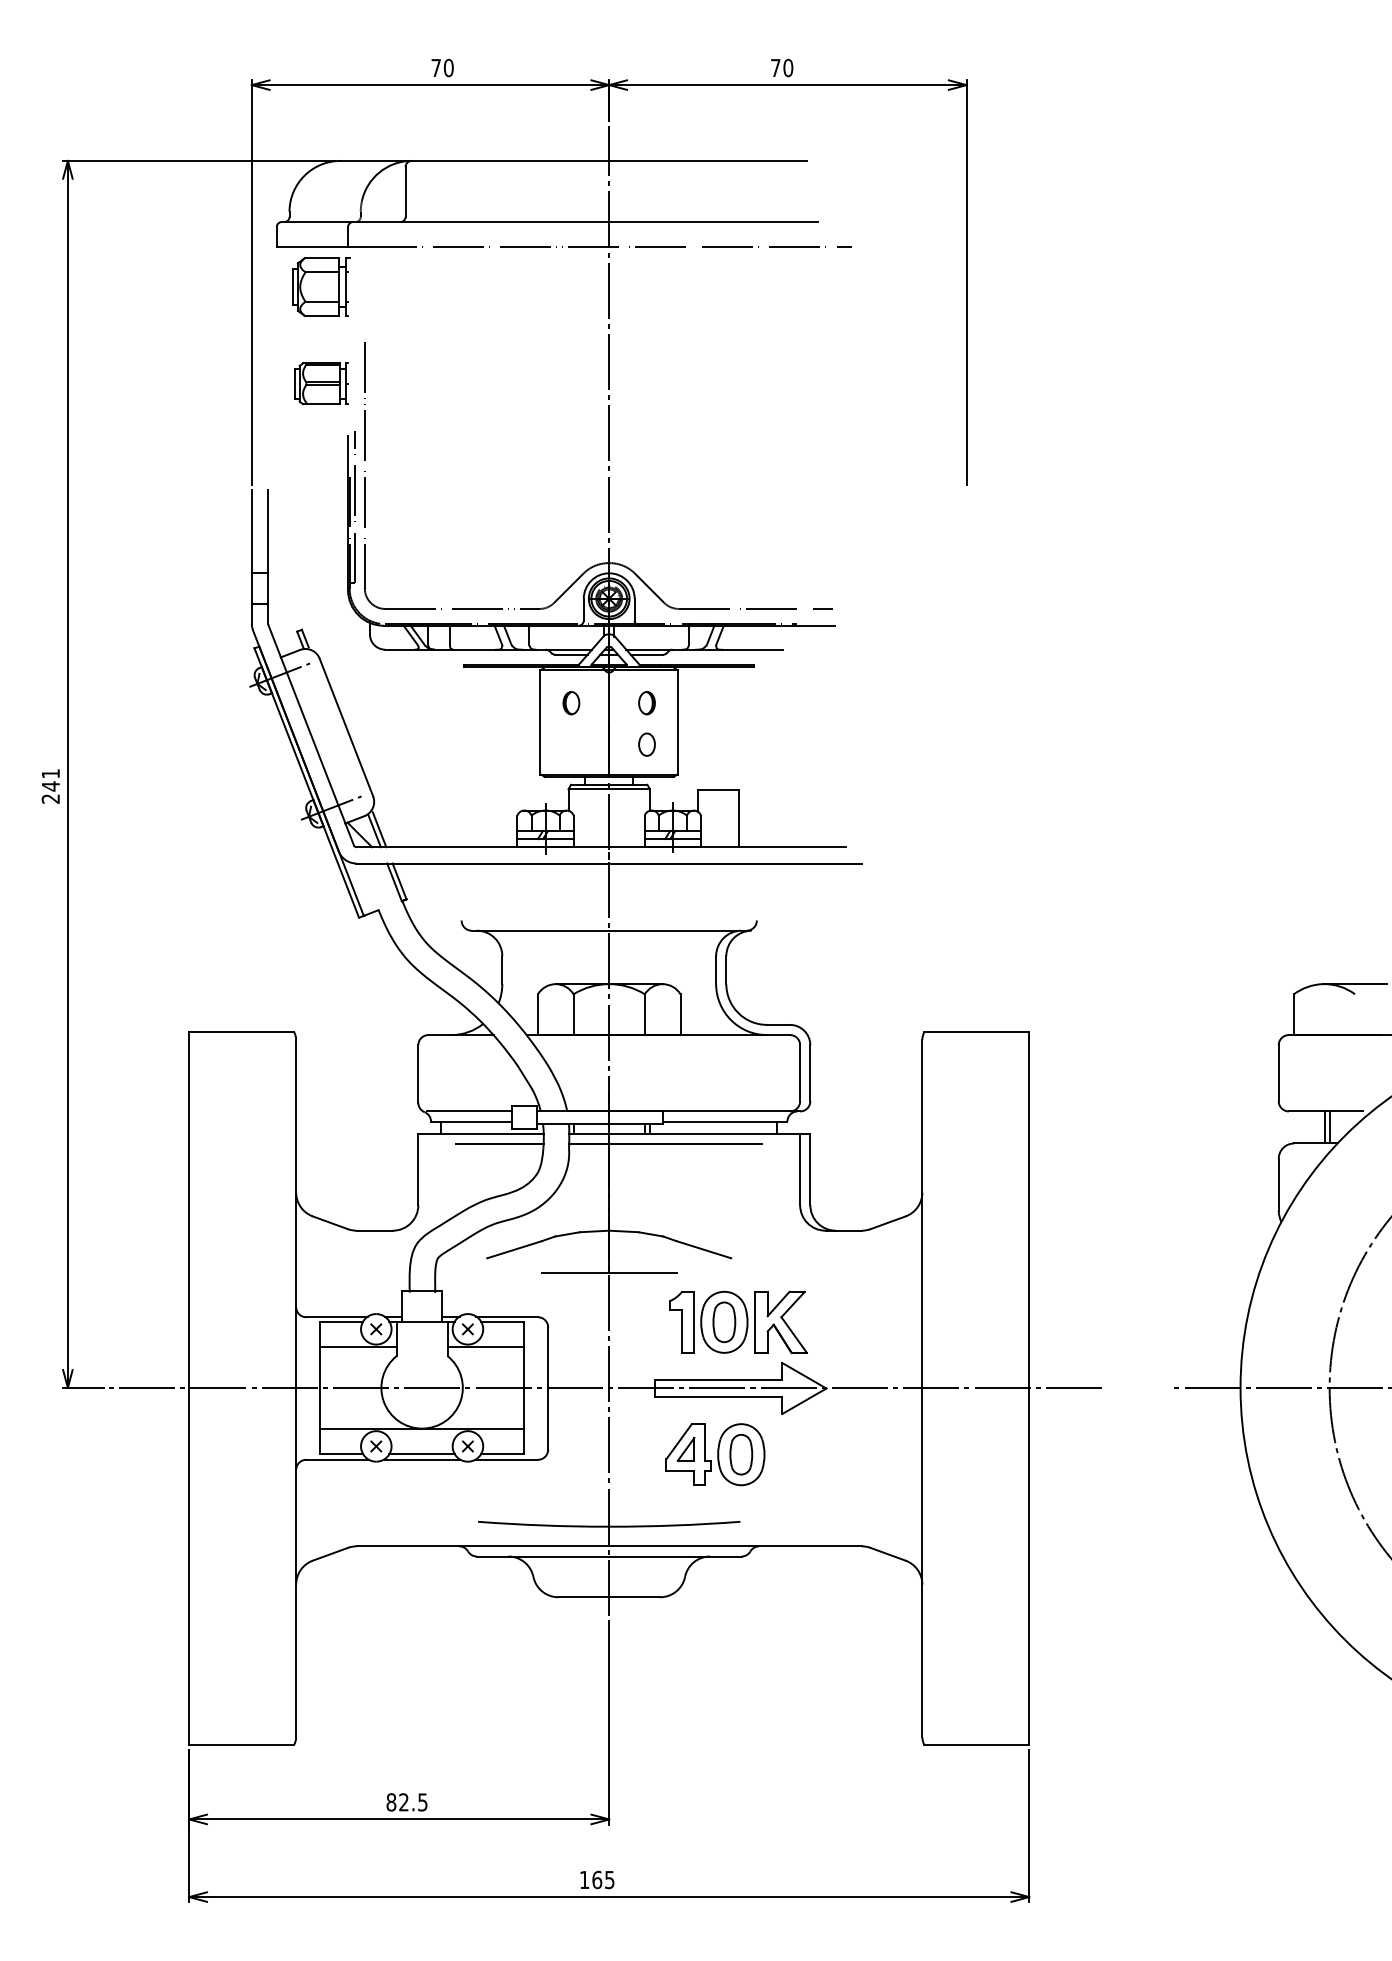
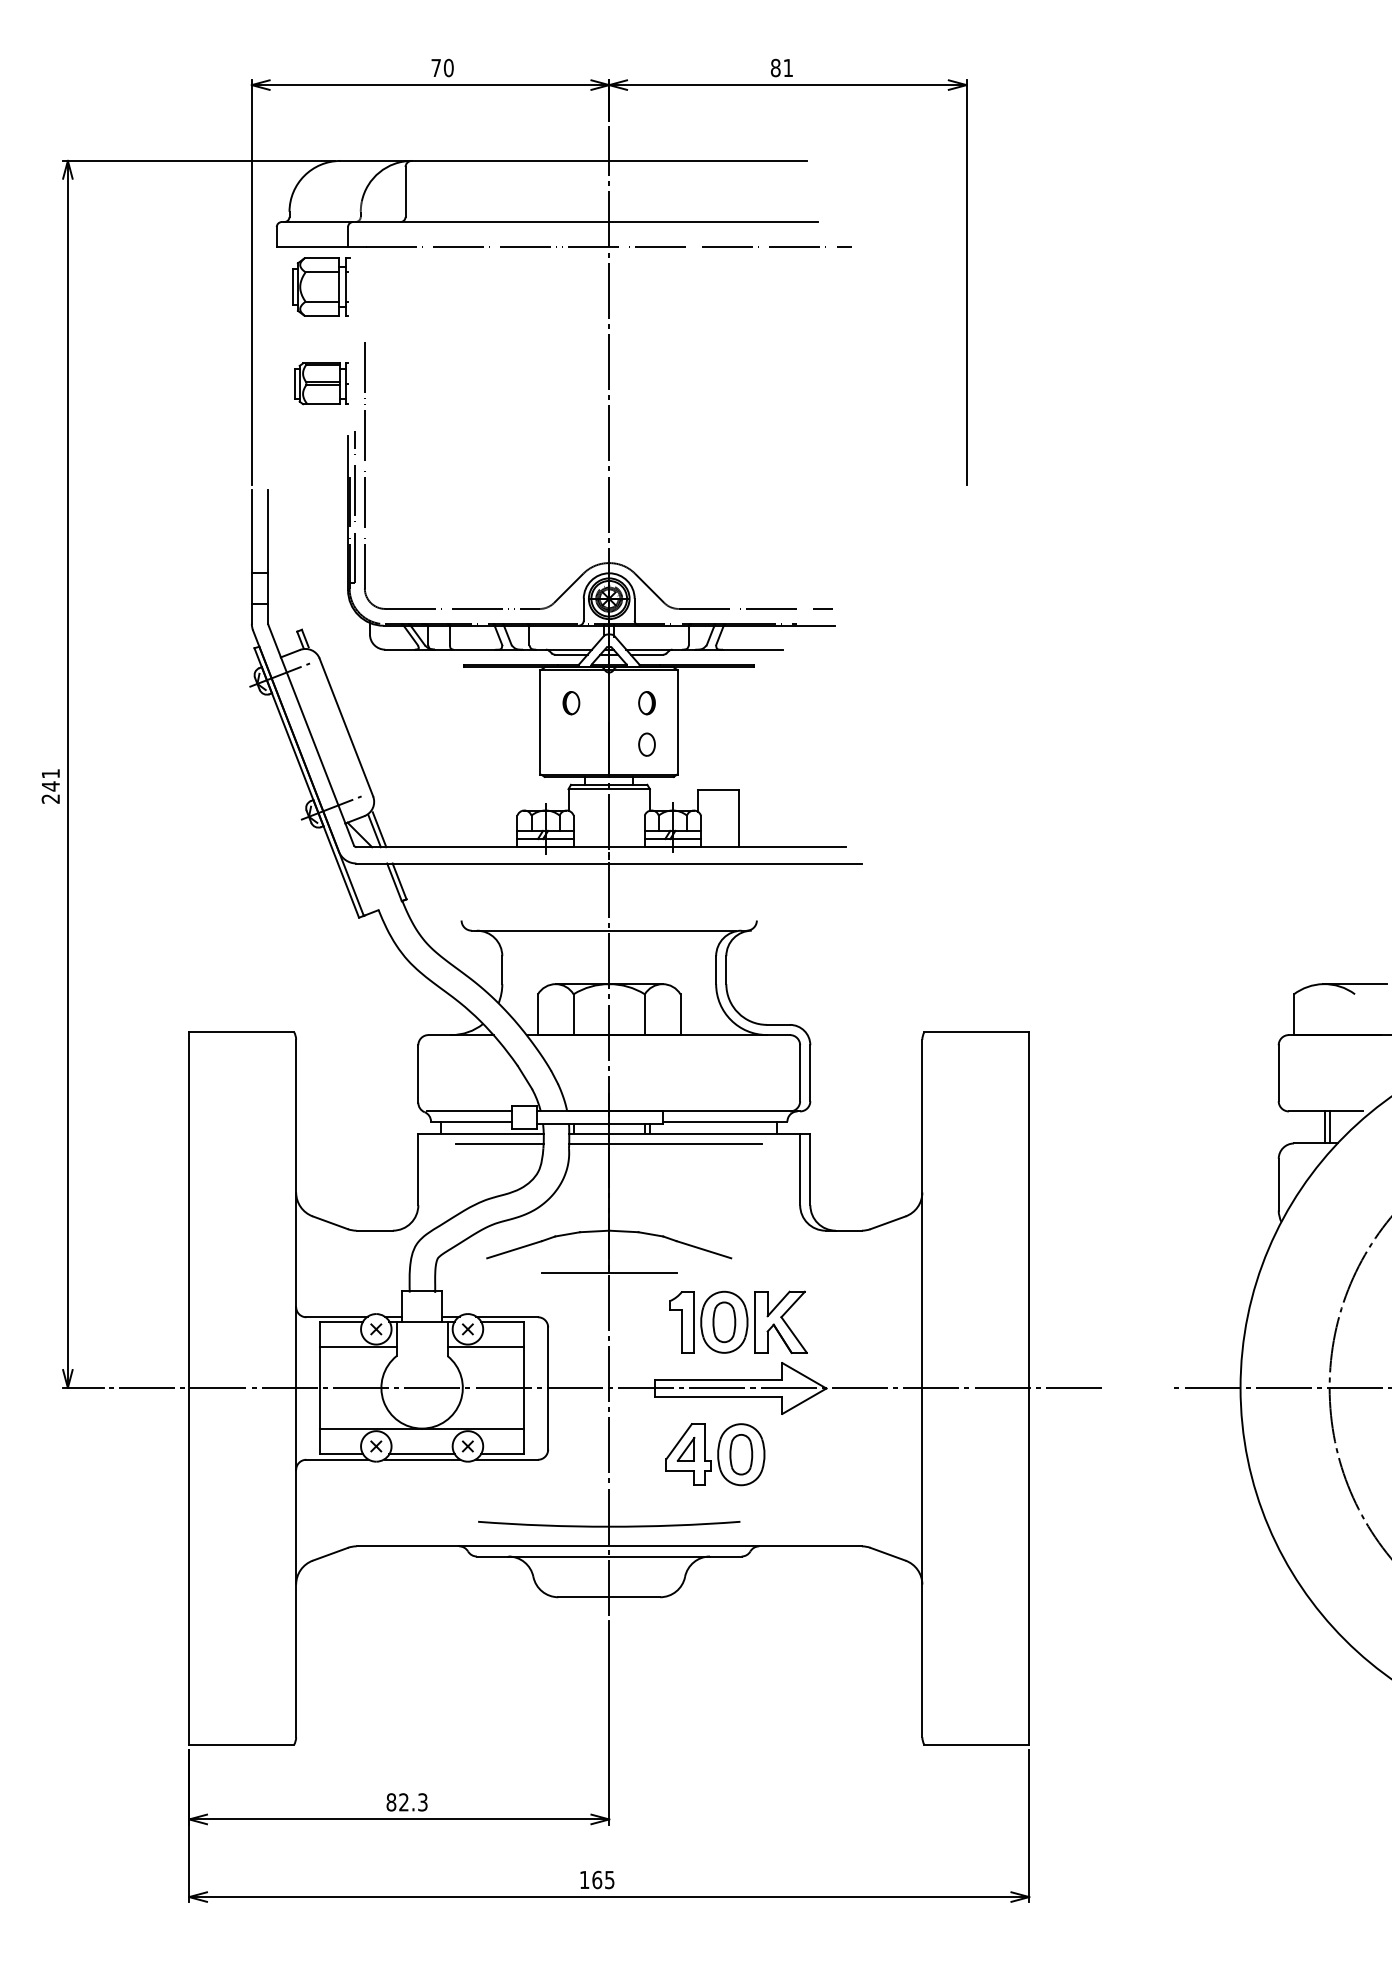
text at (781, 67): 70 -> 81
text at (422, 1801): 82.5 -> 82.3
